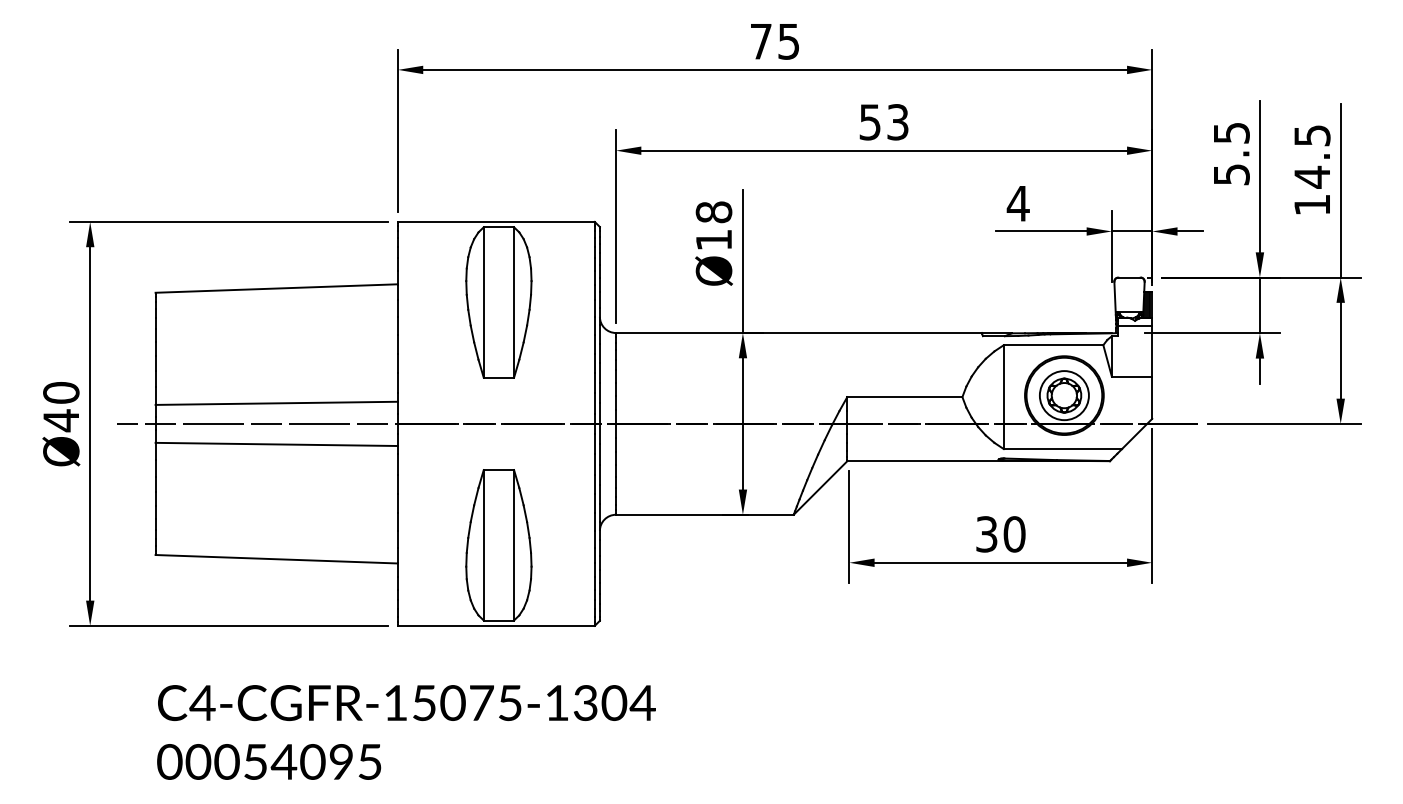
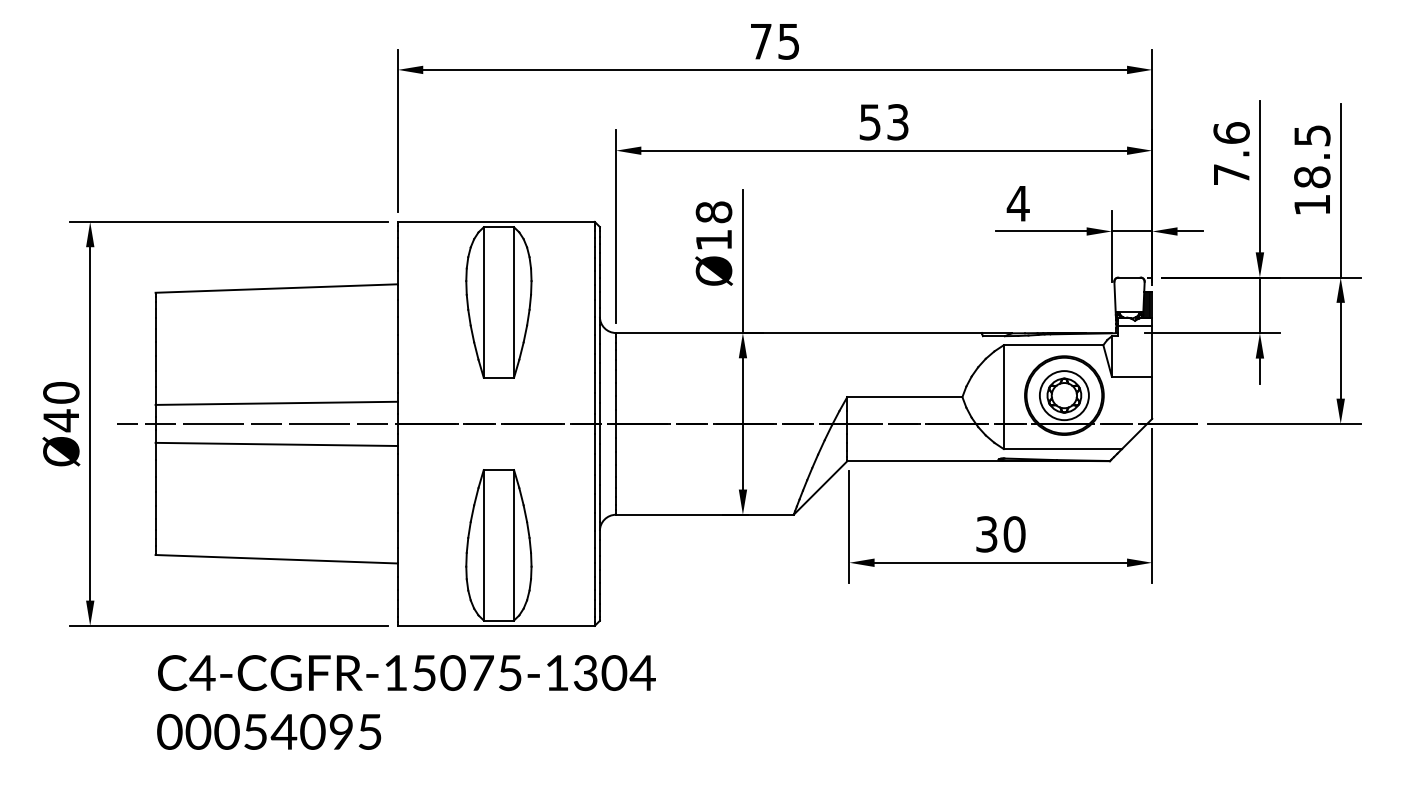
text at (1231, 153): 5.5 -> 7.6
text at (1312, 176): 14.5 -> 18.5
text at (406, 732) position: (406, 732) -> (406, 702)
